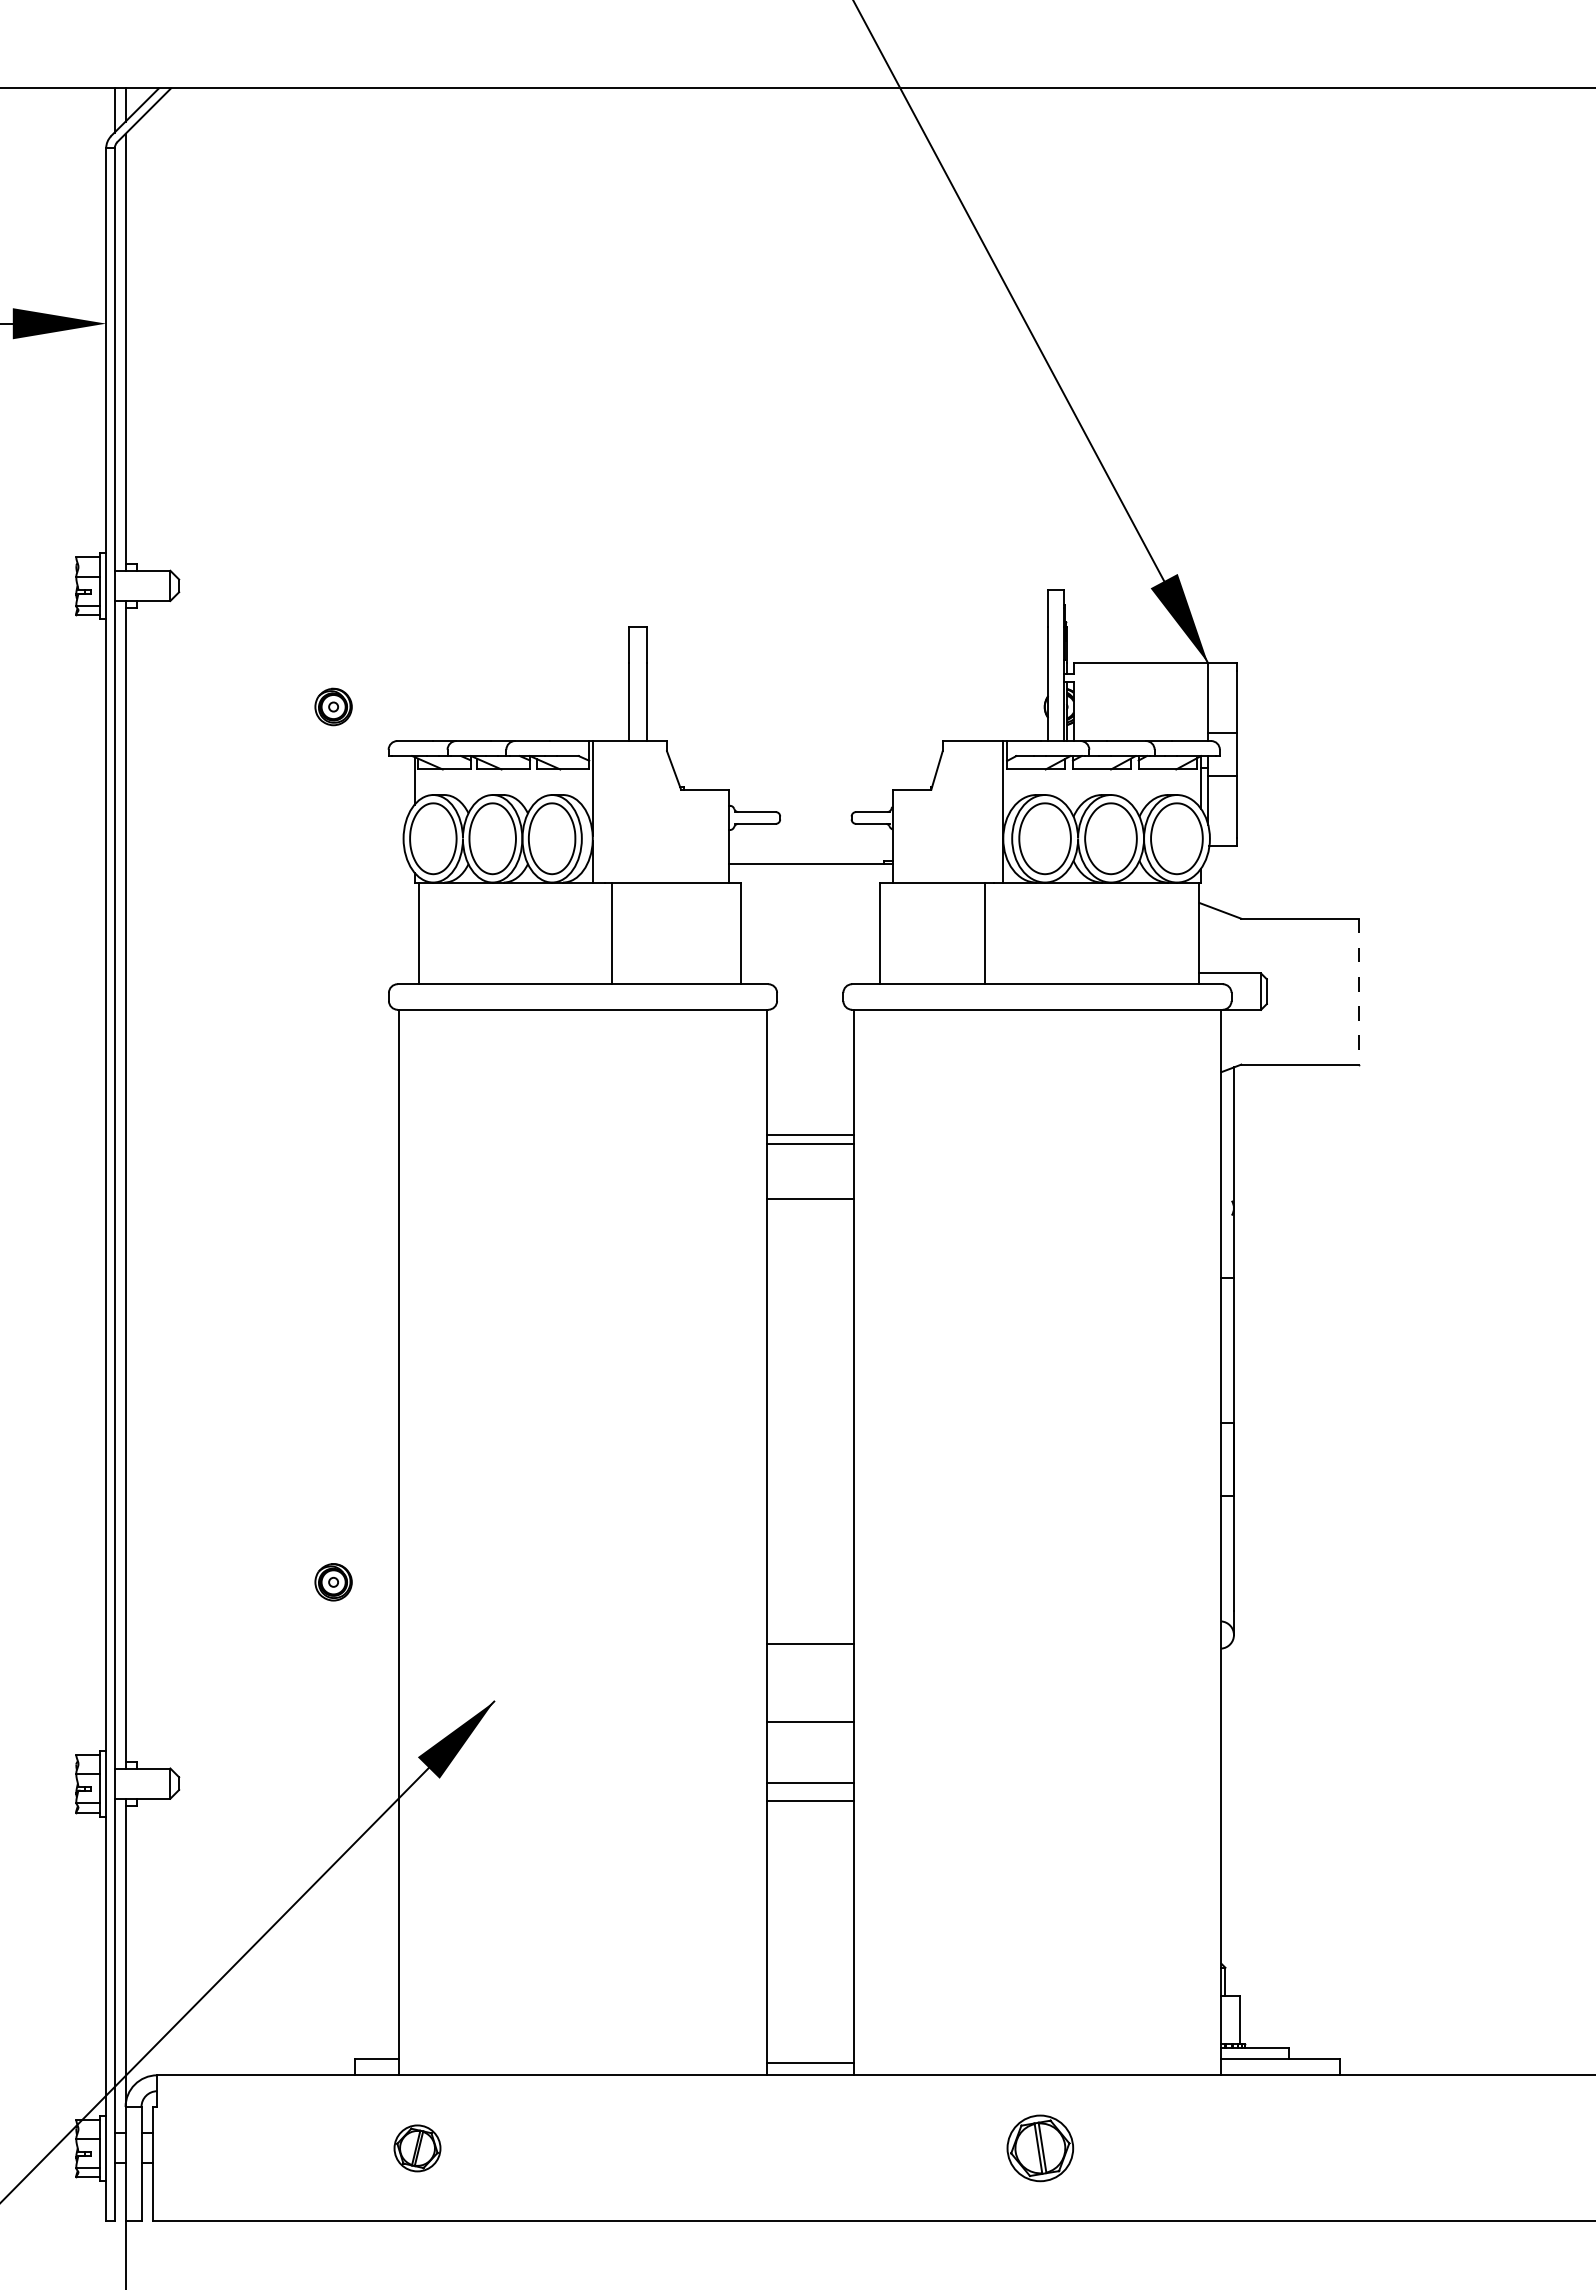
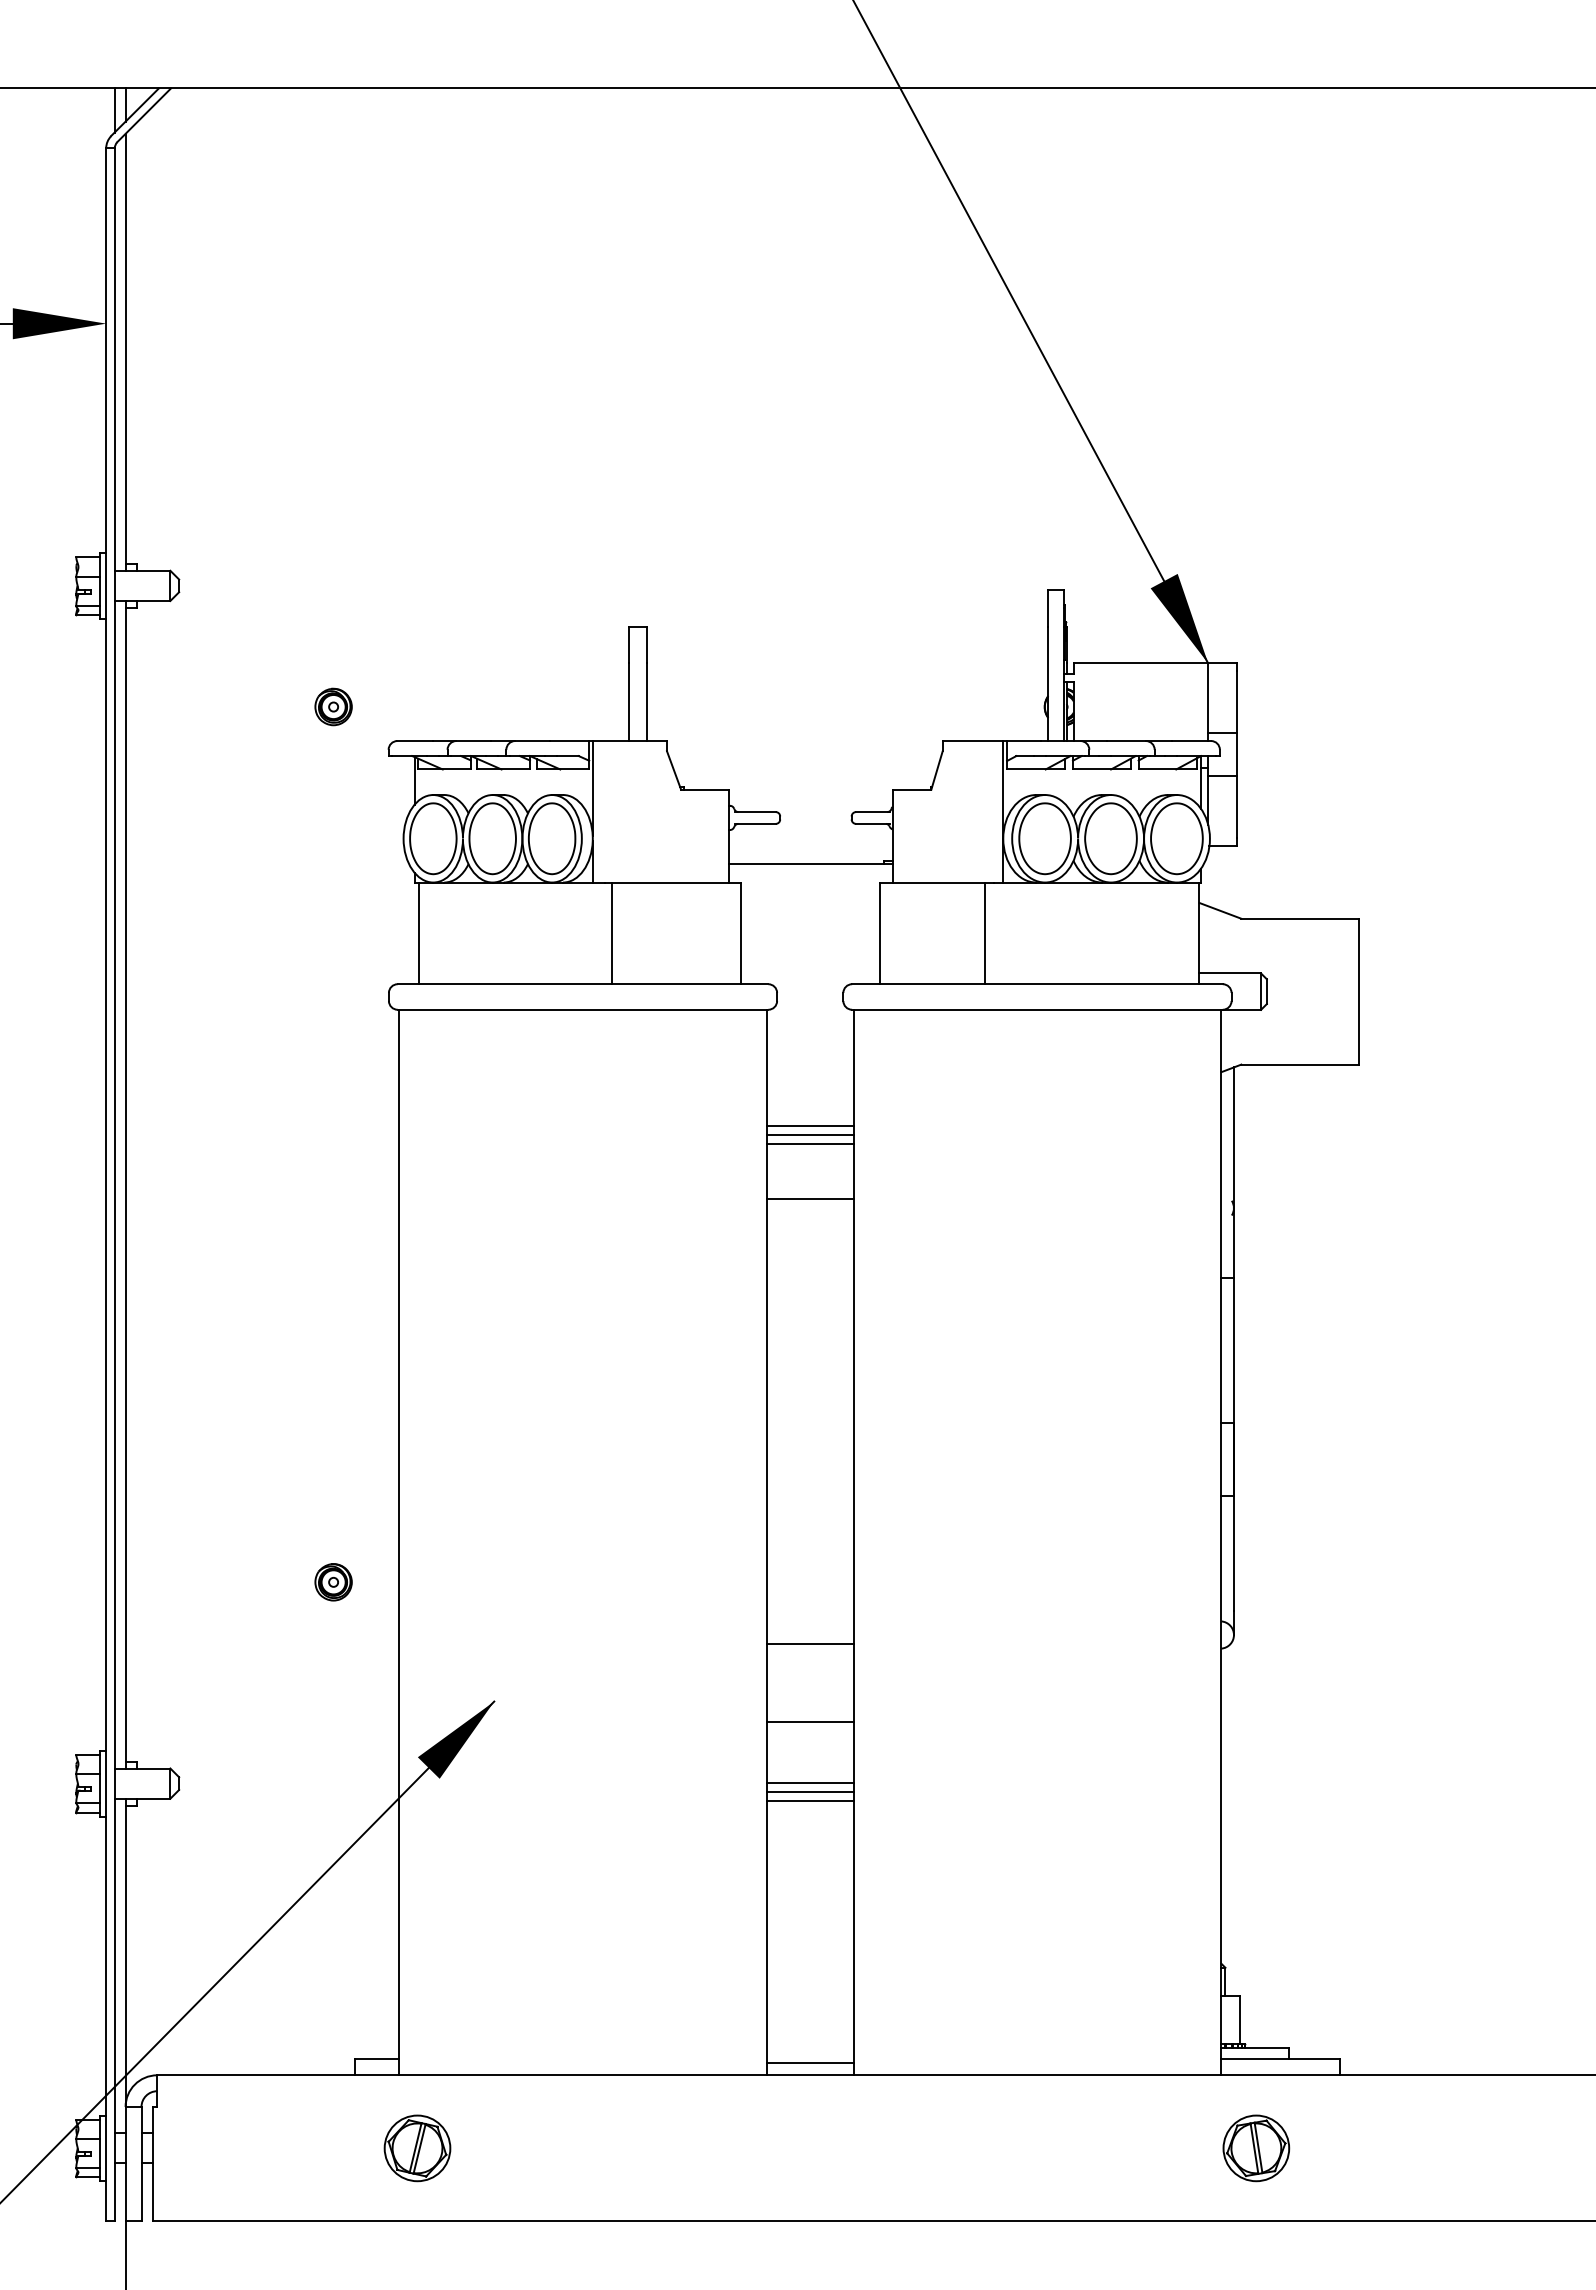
line at (1359, 991): dashed -> solid
line at (809, 1126): none -> present
line at (809, 1791): none -> present
part at (417, 2148) size: 49x49 px -> 69x69 px
part at (1040, 2148) position: (1040, 2148) -> (1256, 2148)
